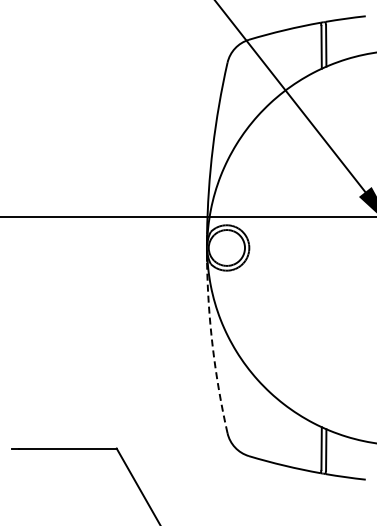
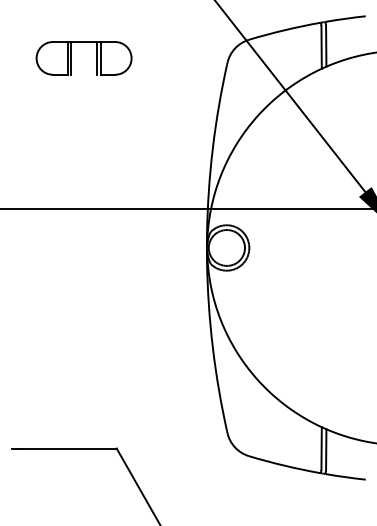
part at (71, 58): none -> present
line at (187, 216) position: (187, 216) -> (187, 208)
arc at (212, 348): dashed -> solid
